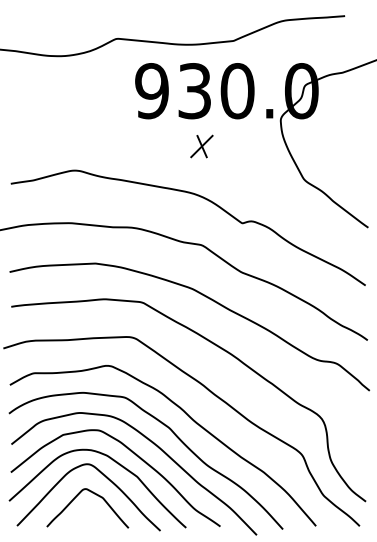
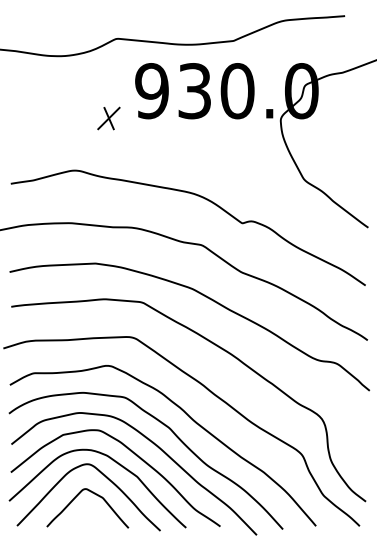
part at (201, 146) position: (201, 146) -> (108, 118)
